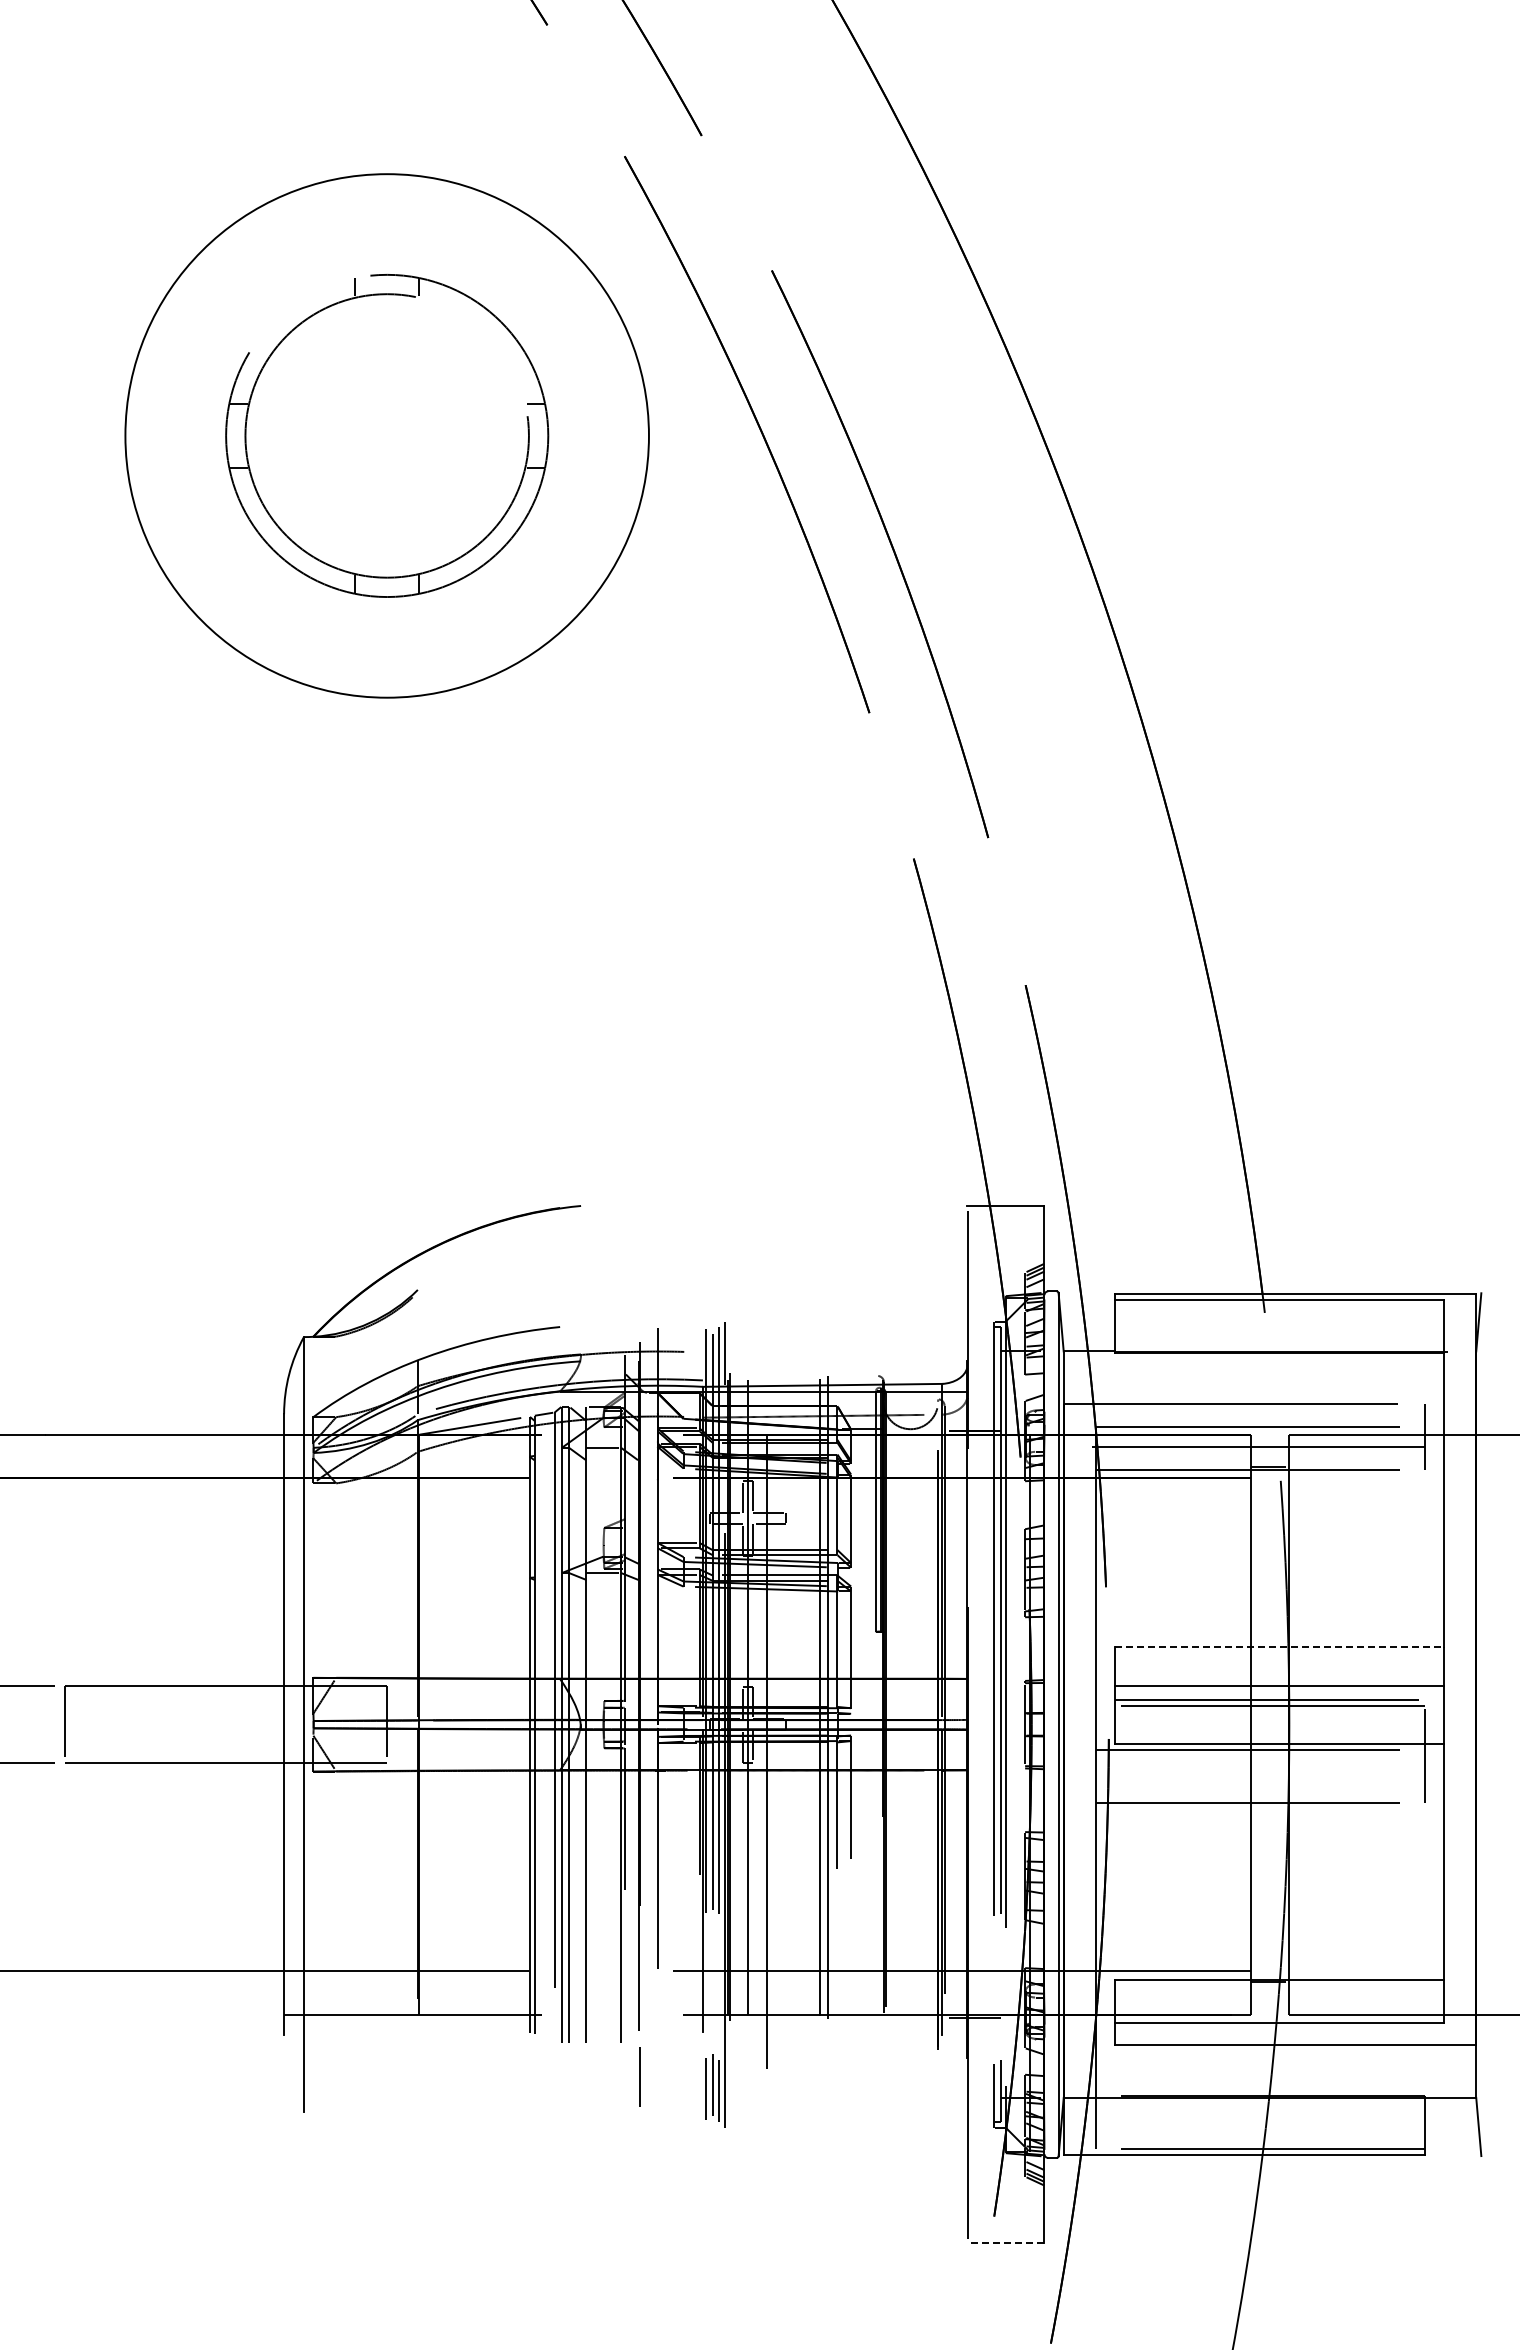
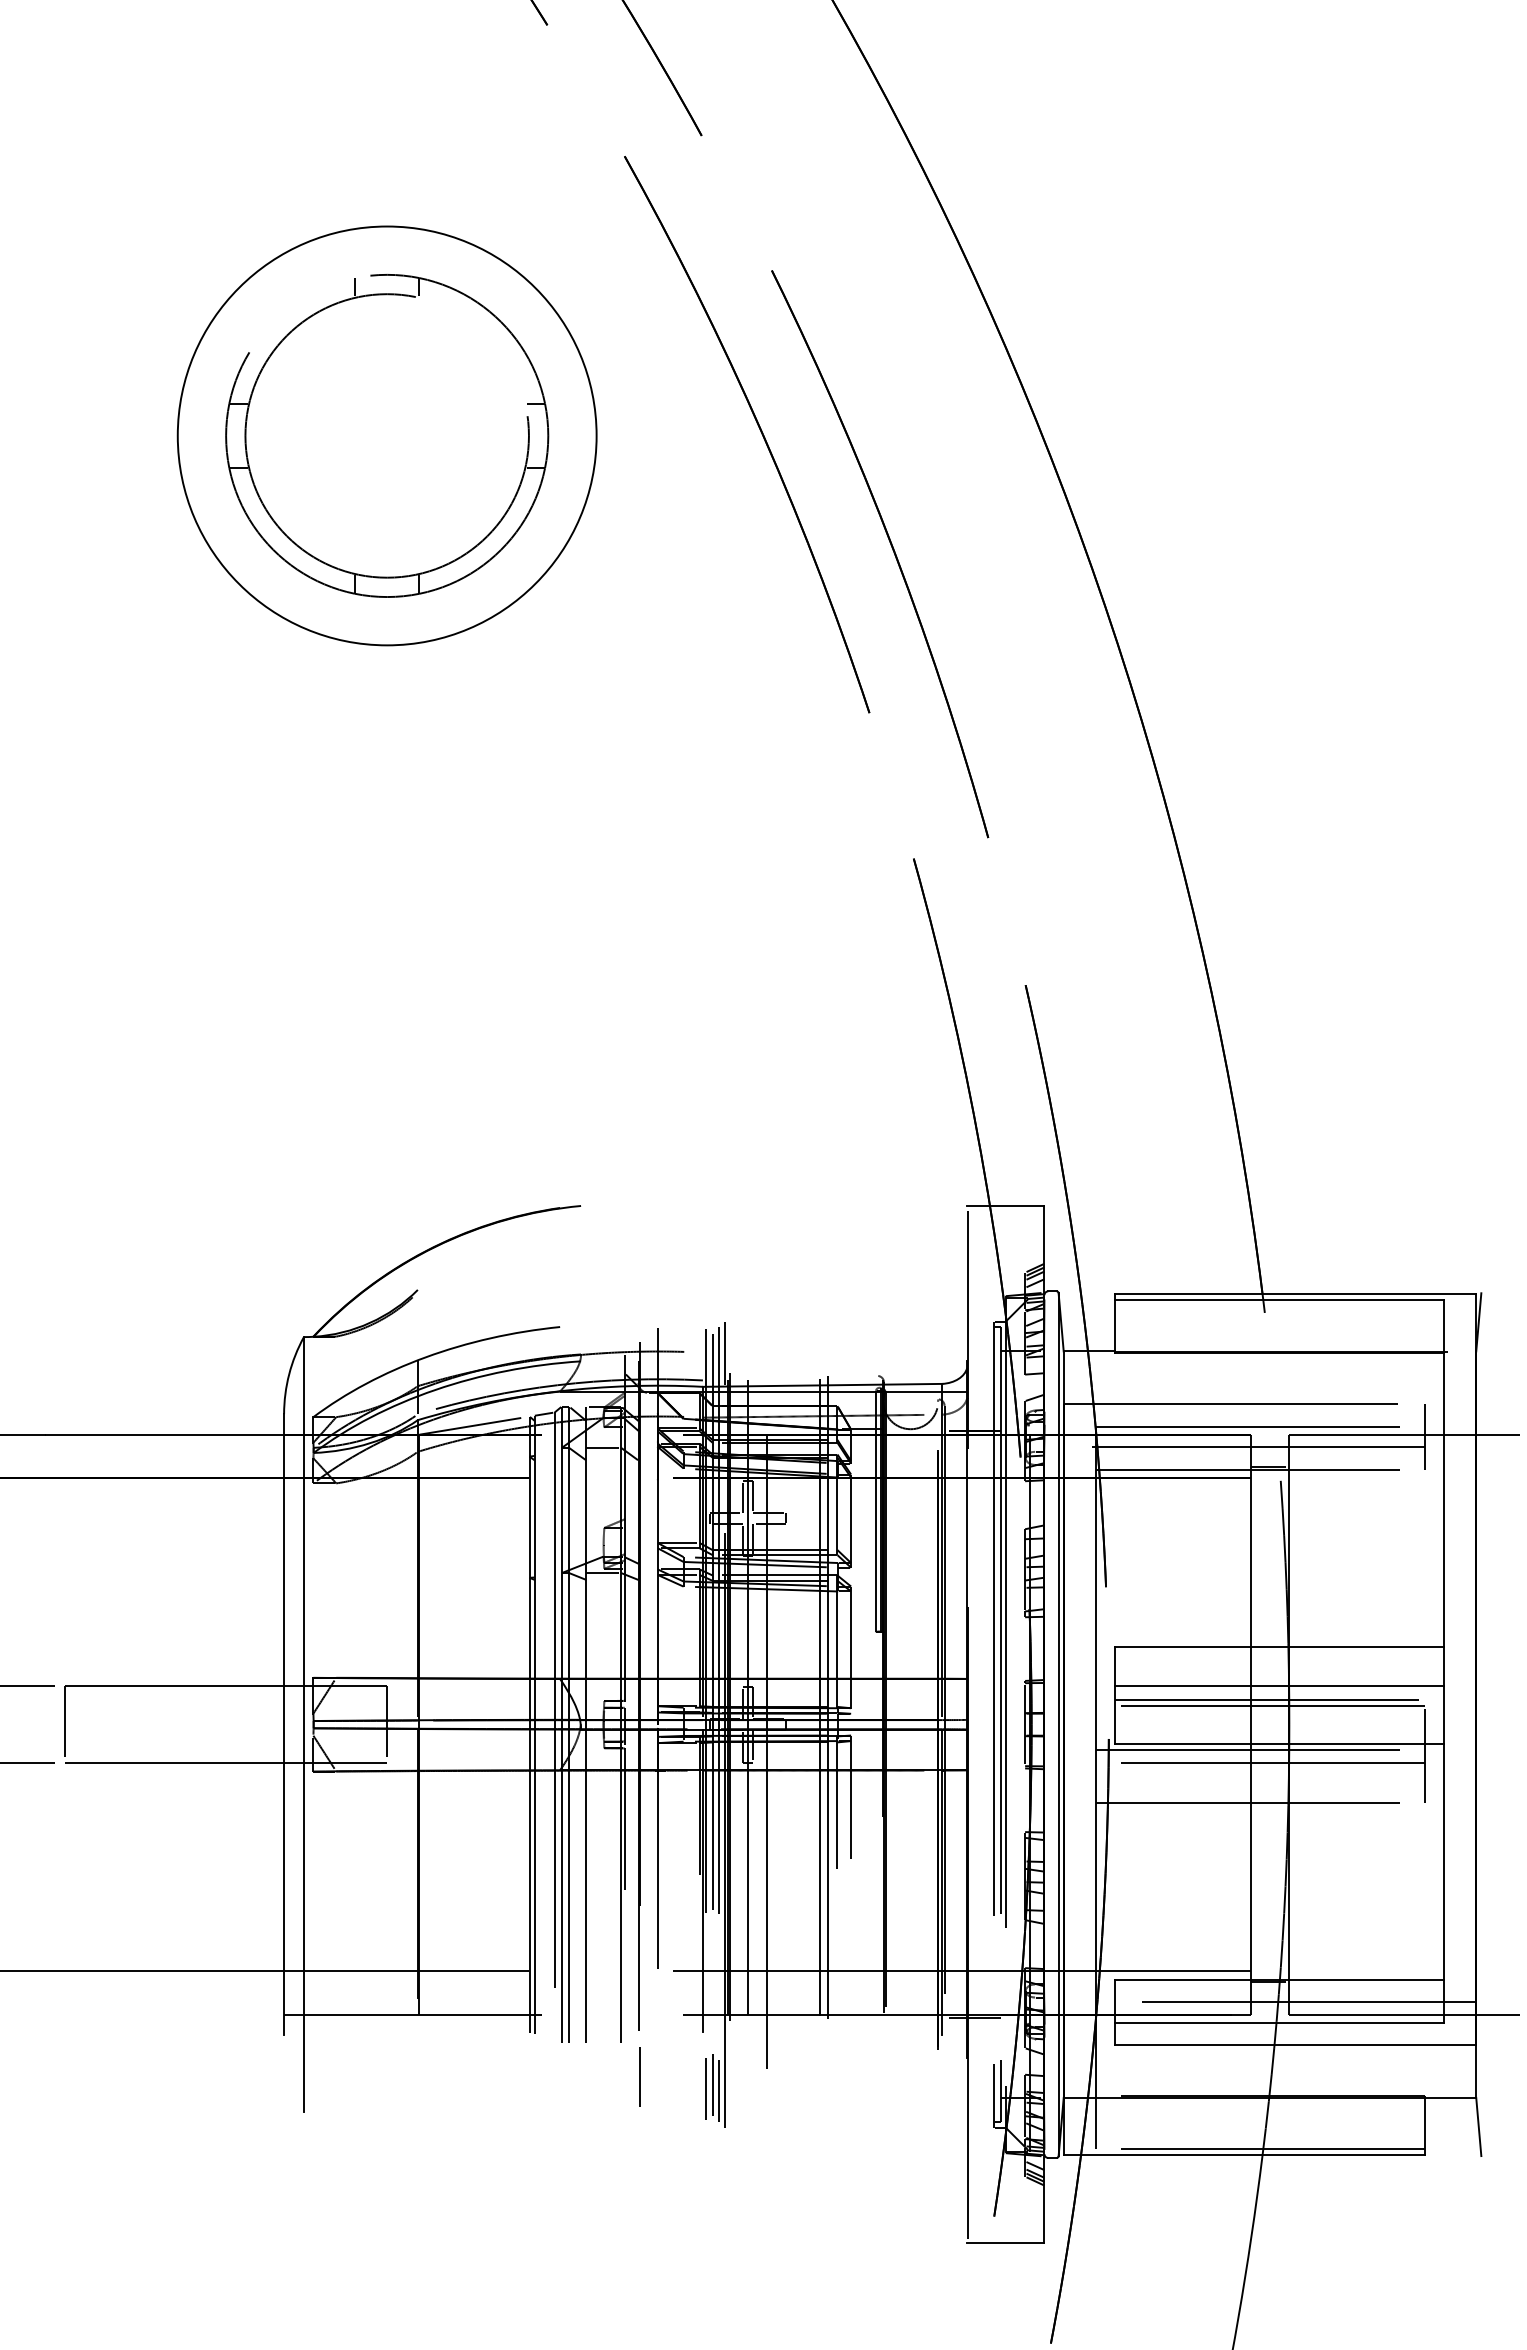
circle at (386, 435) diameter: 524 px -> 419 px
line at (1279, 1646): dashed -> solid
line at (1260, 1763): none -> present
line at (1294, 2001): none -> present
line at (1005, 2243): dashed -> solid
